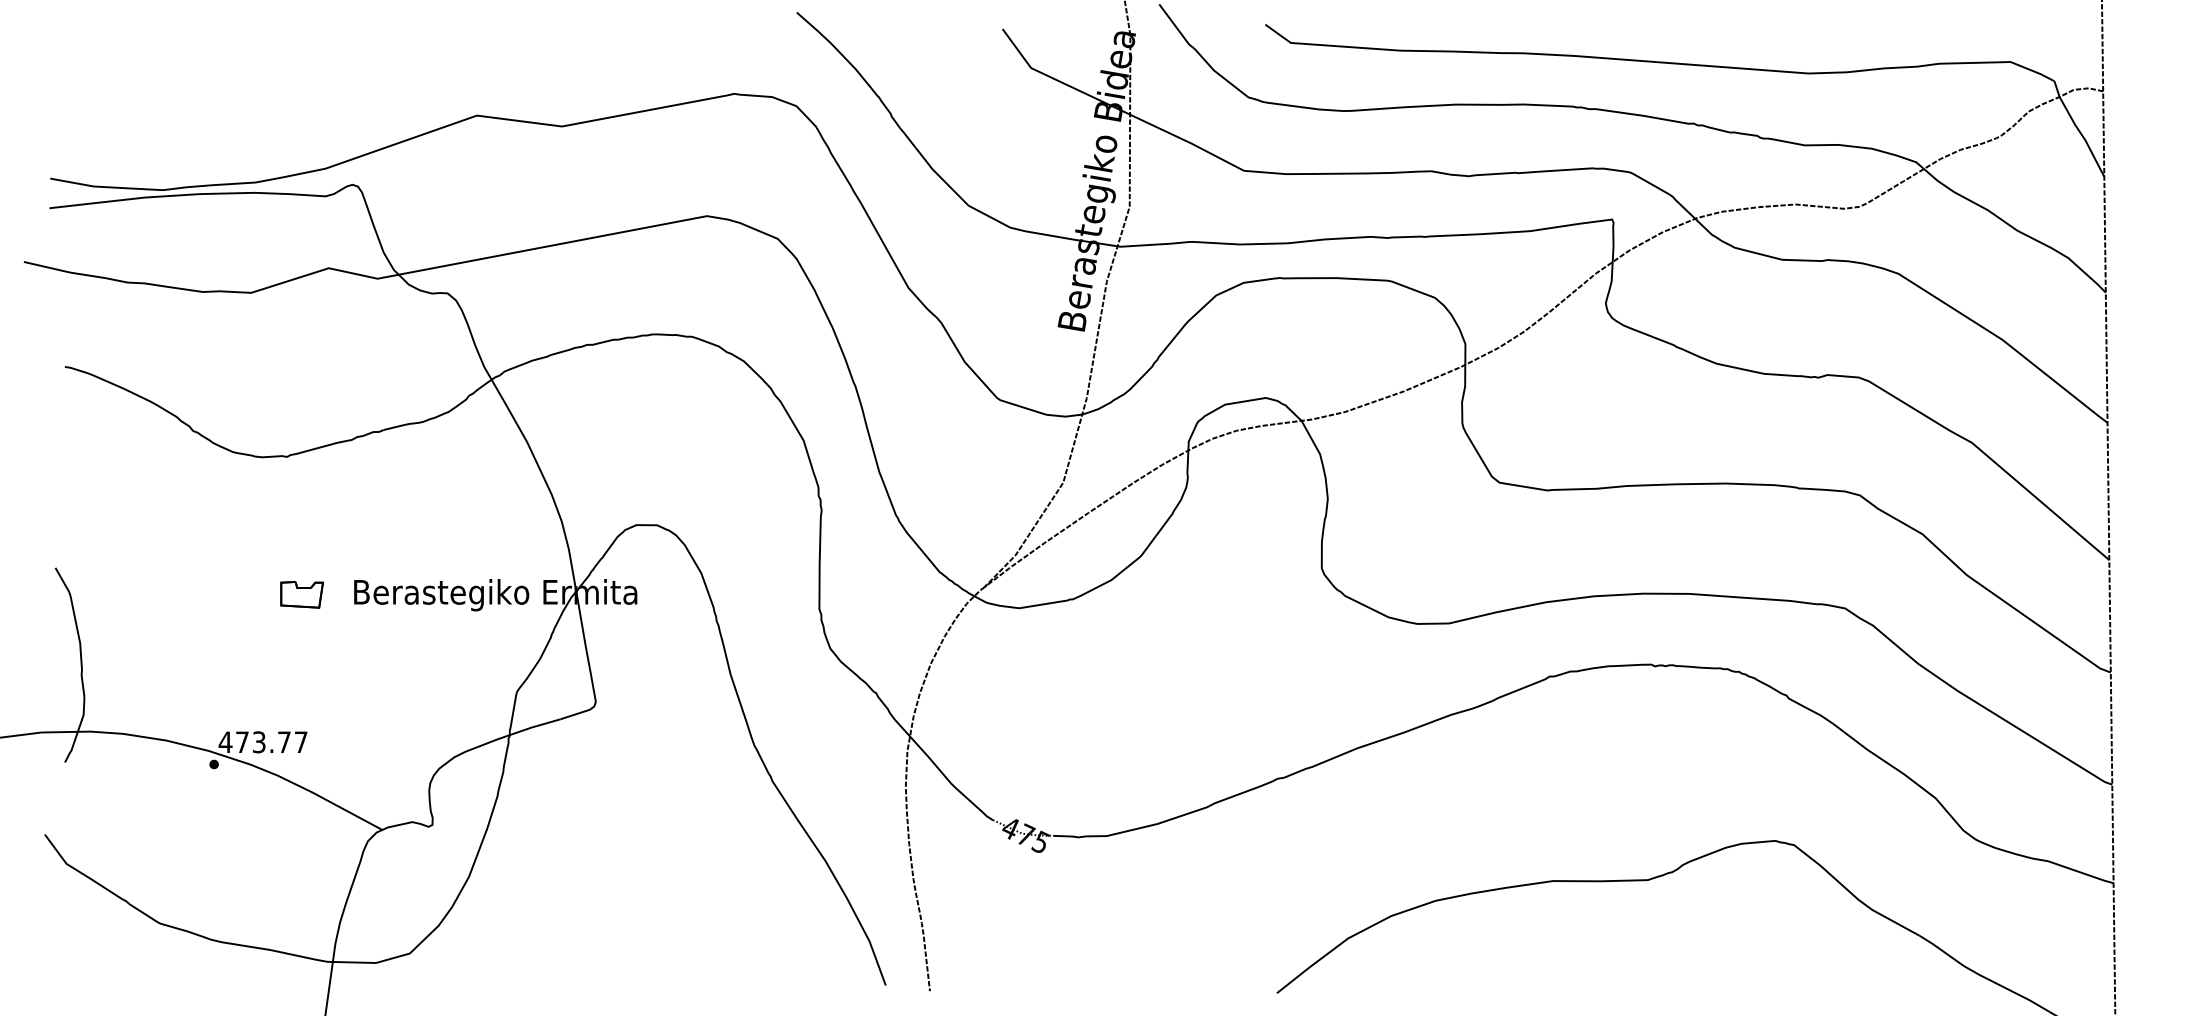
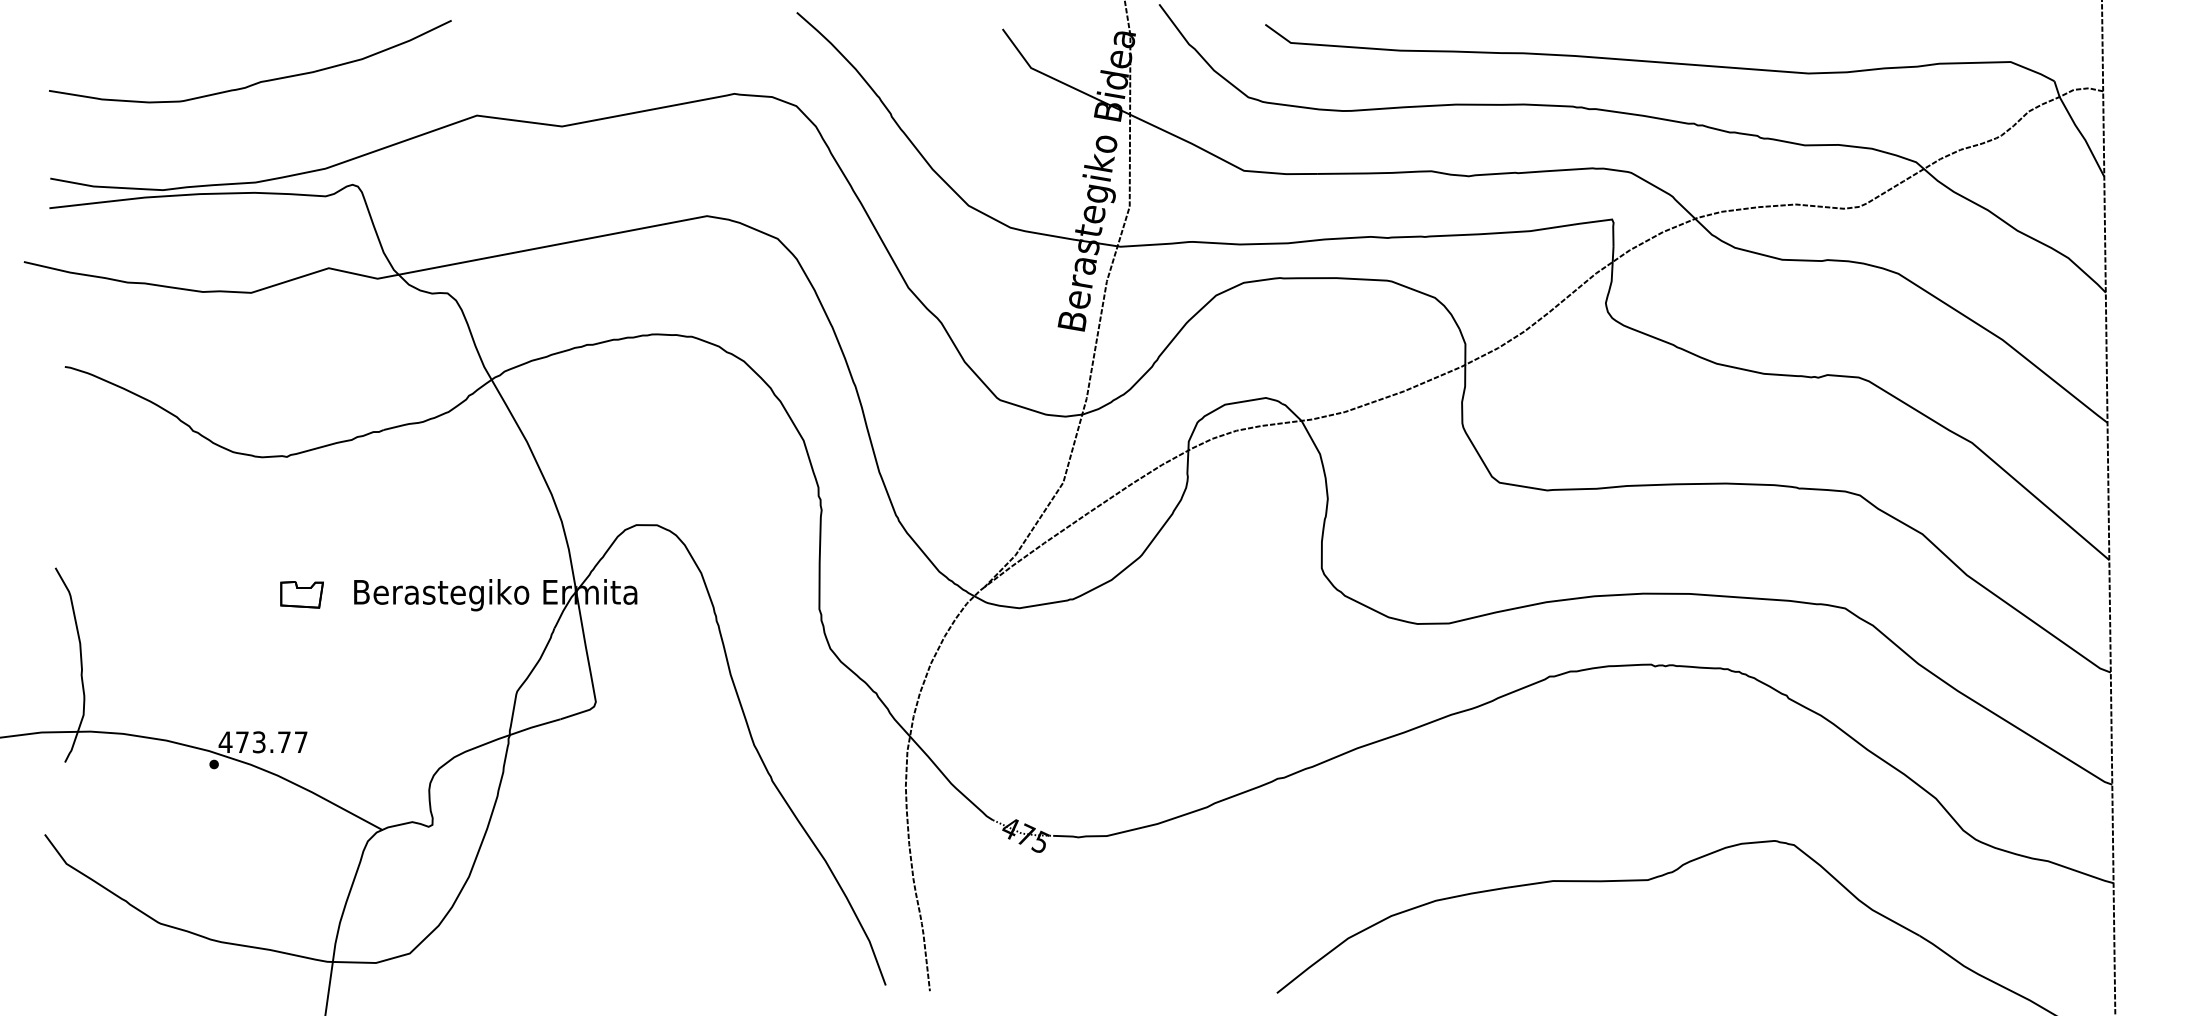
curve at (258, 81): none -> present
